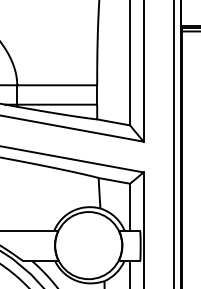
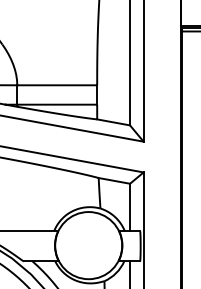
line at (173, 143): present -> none
